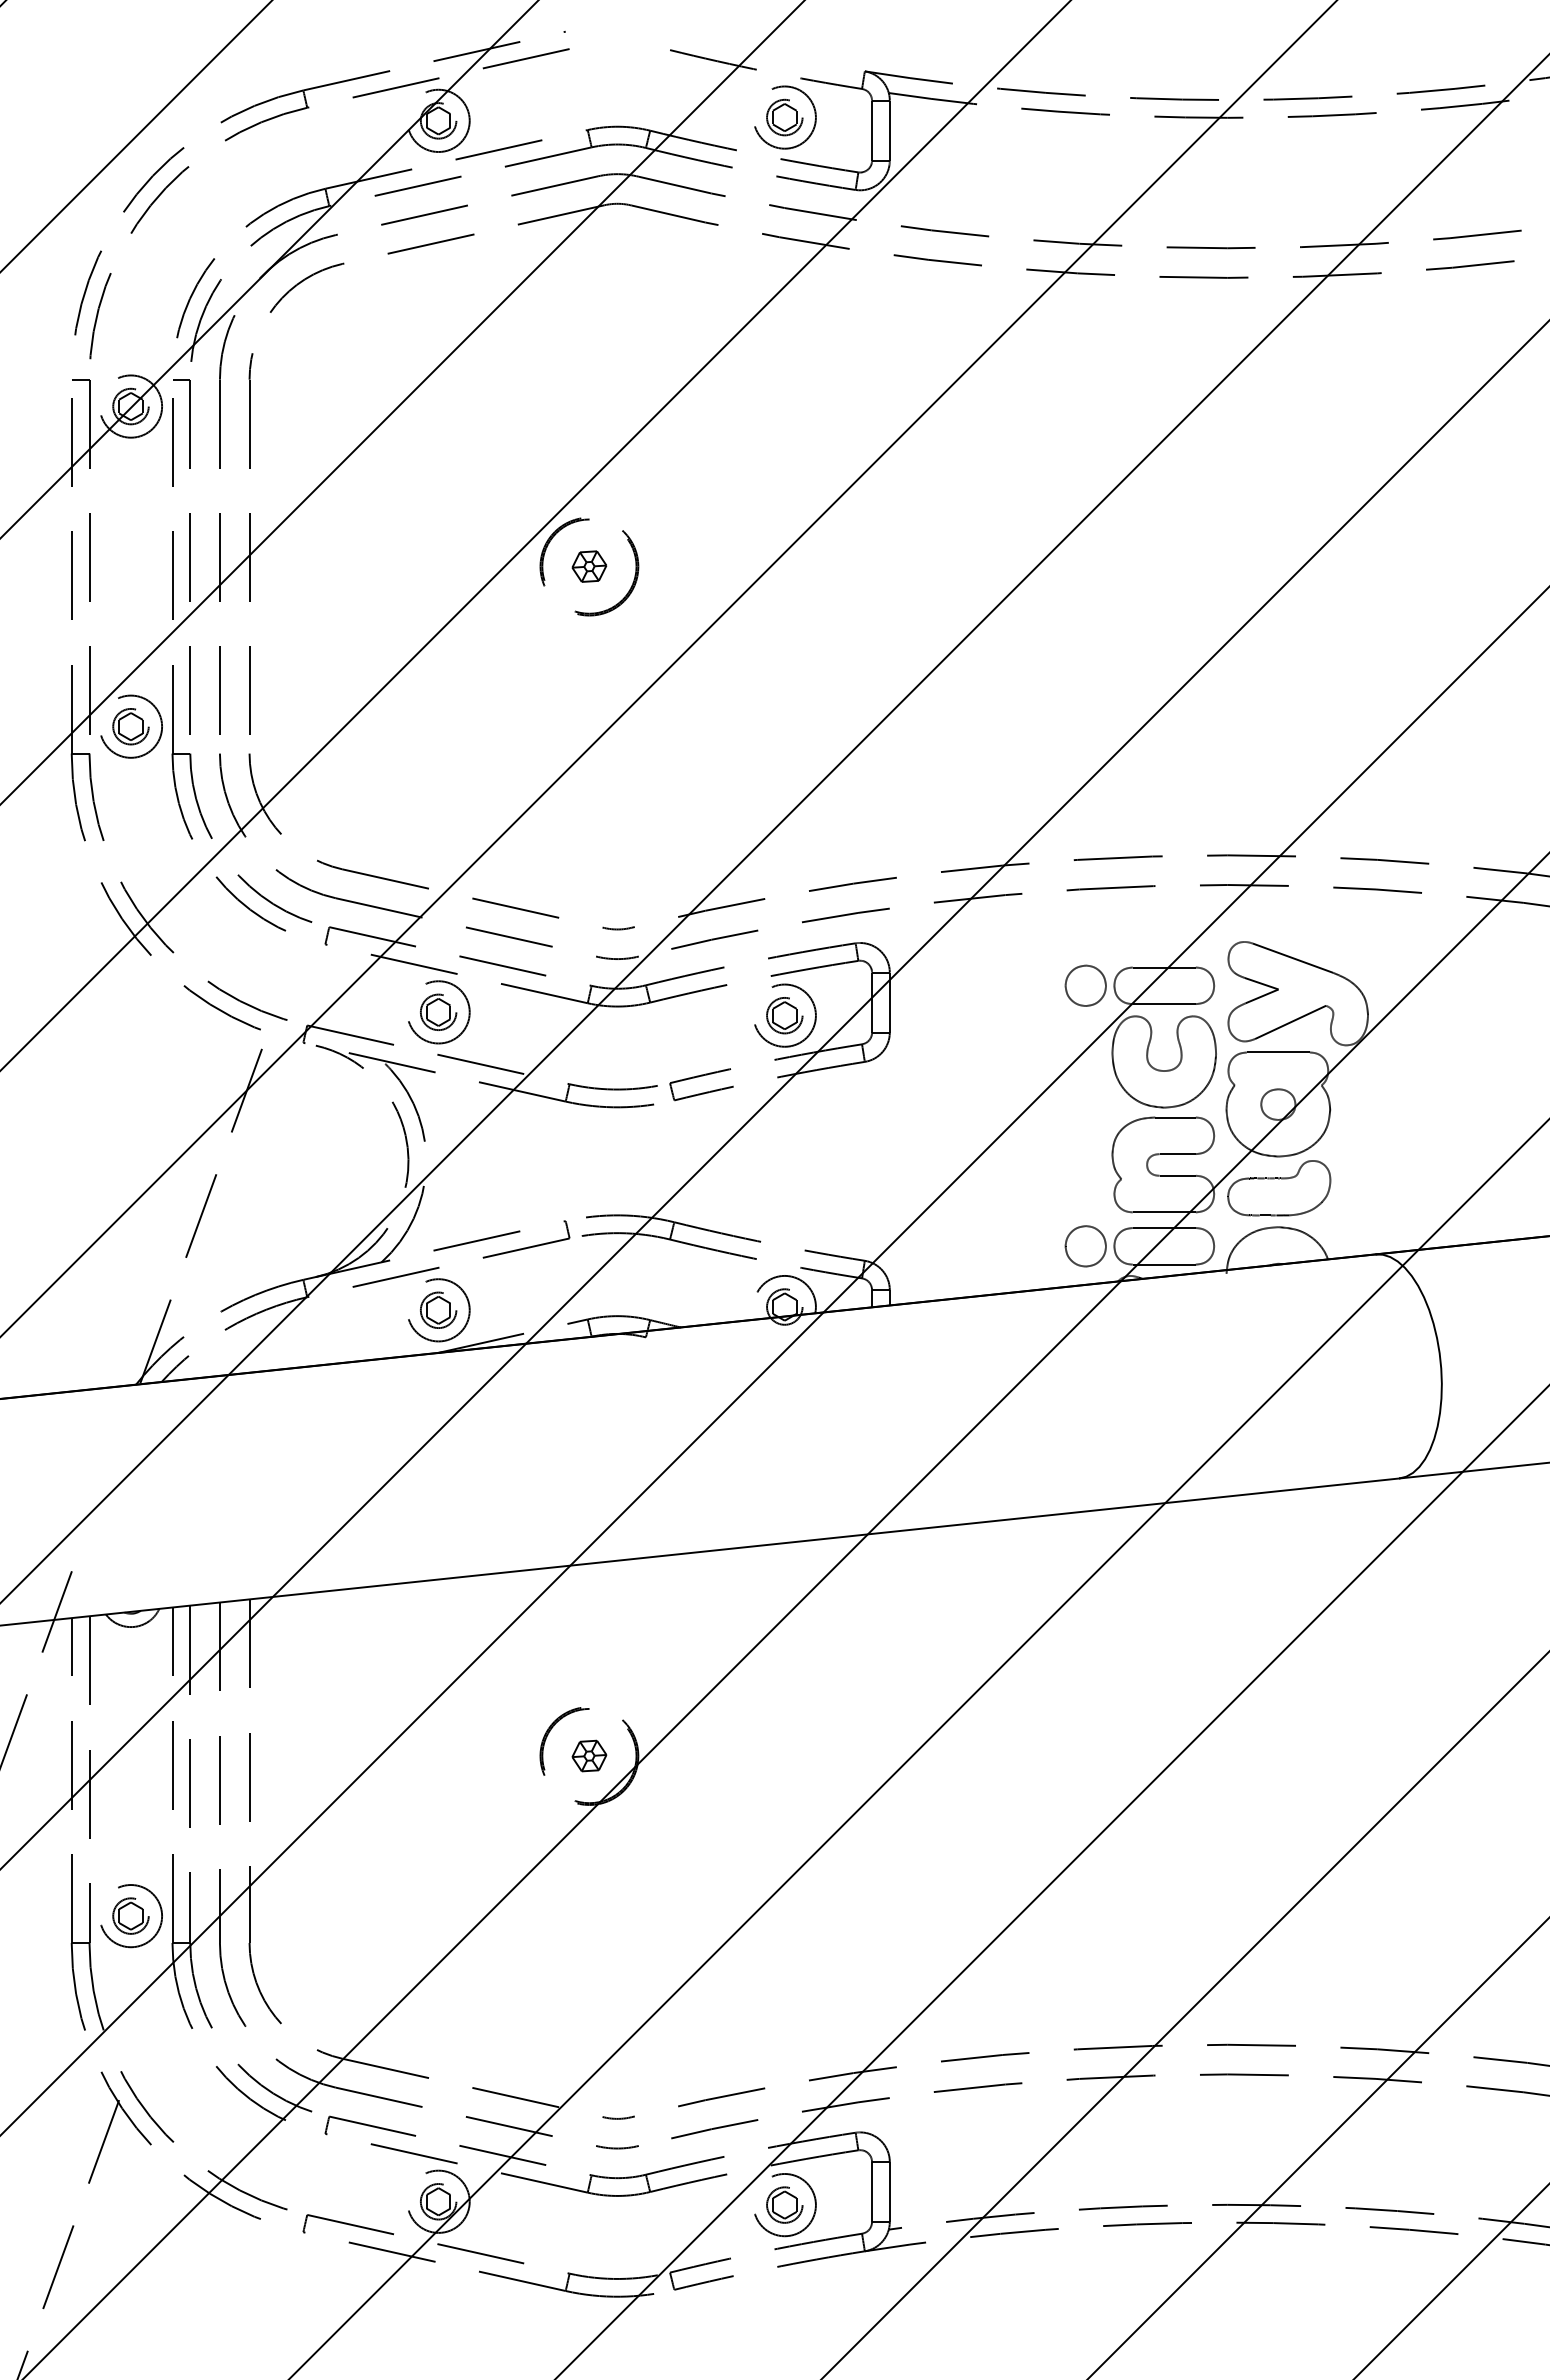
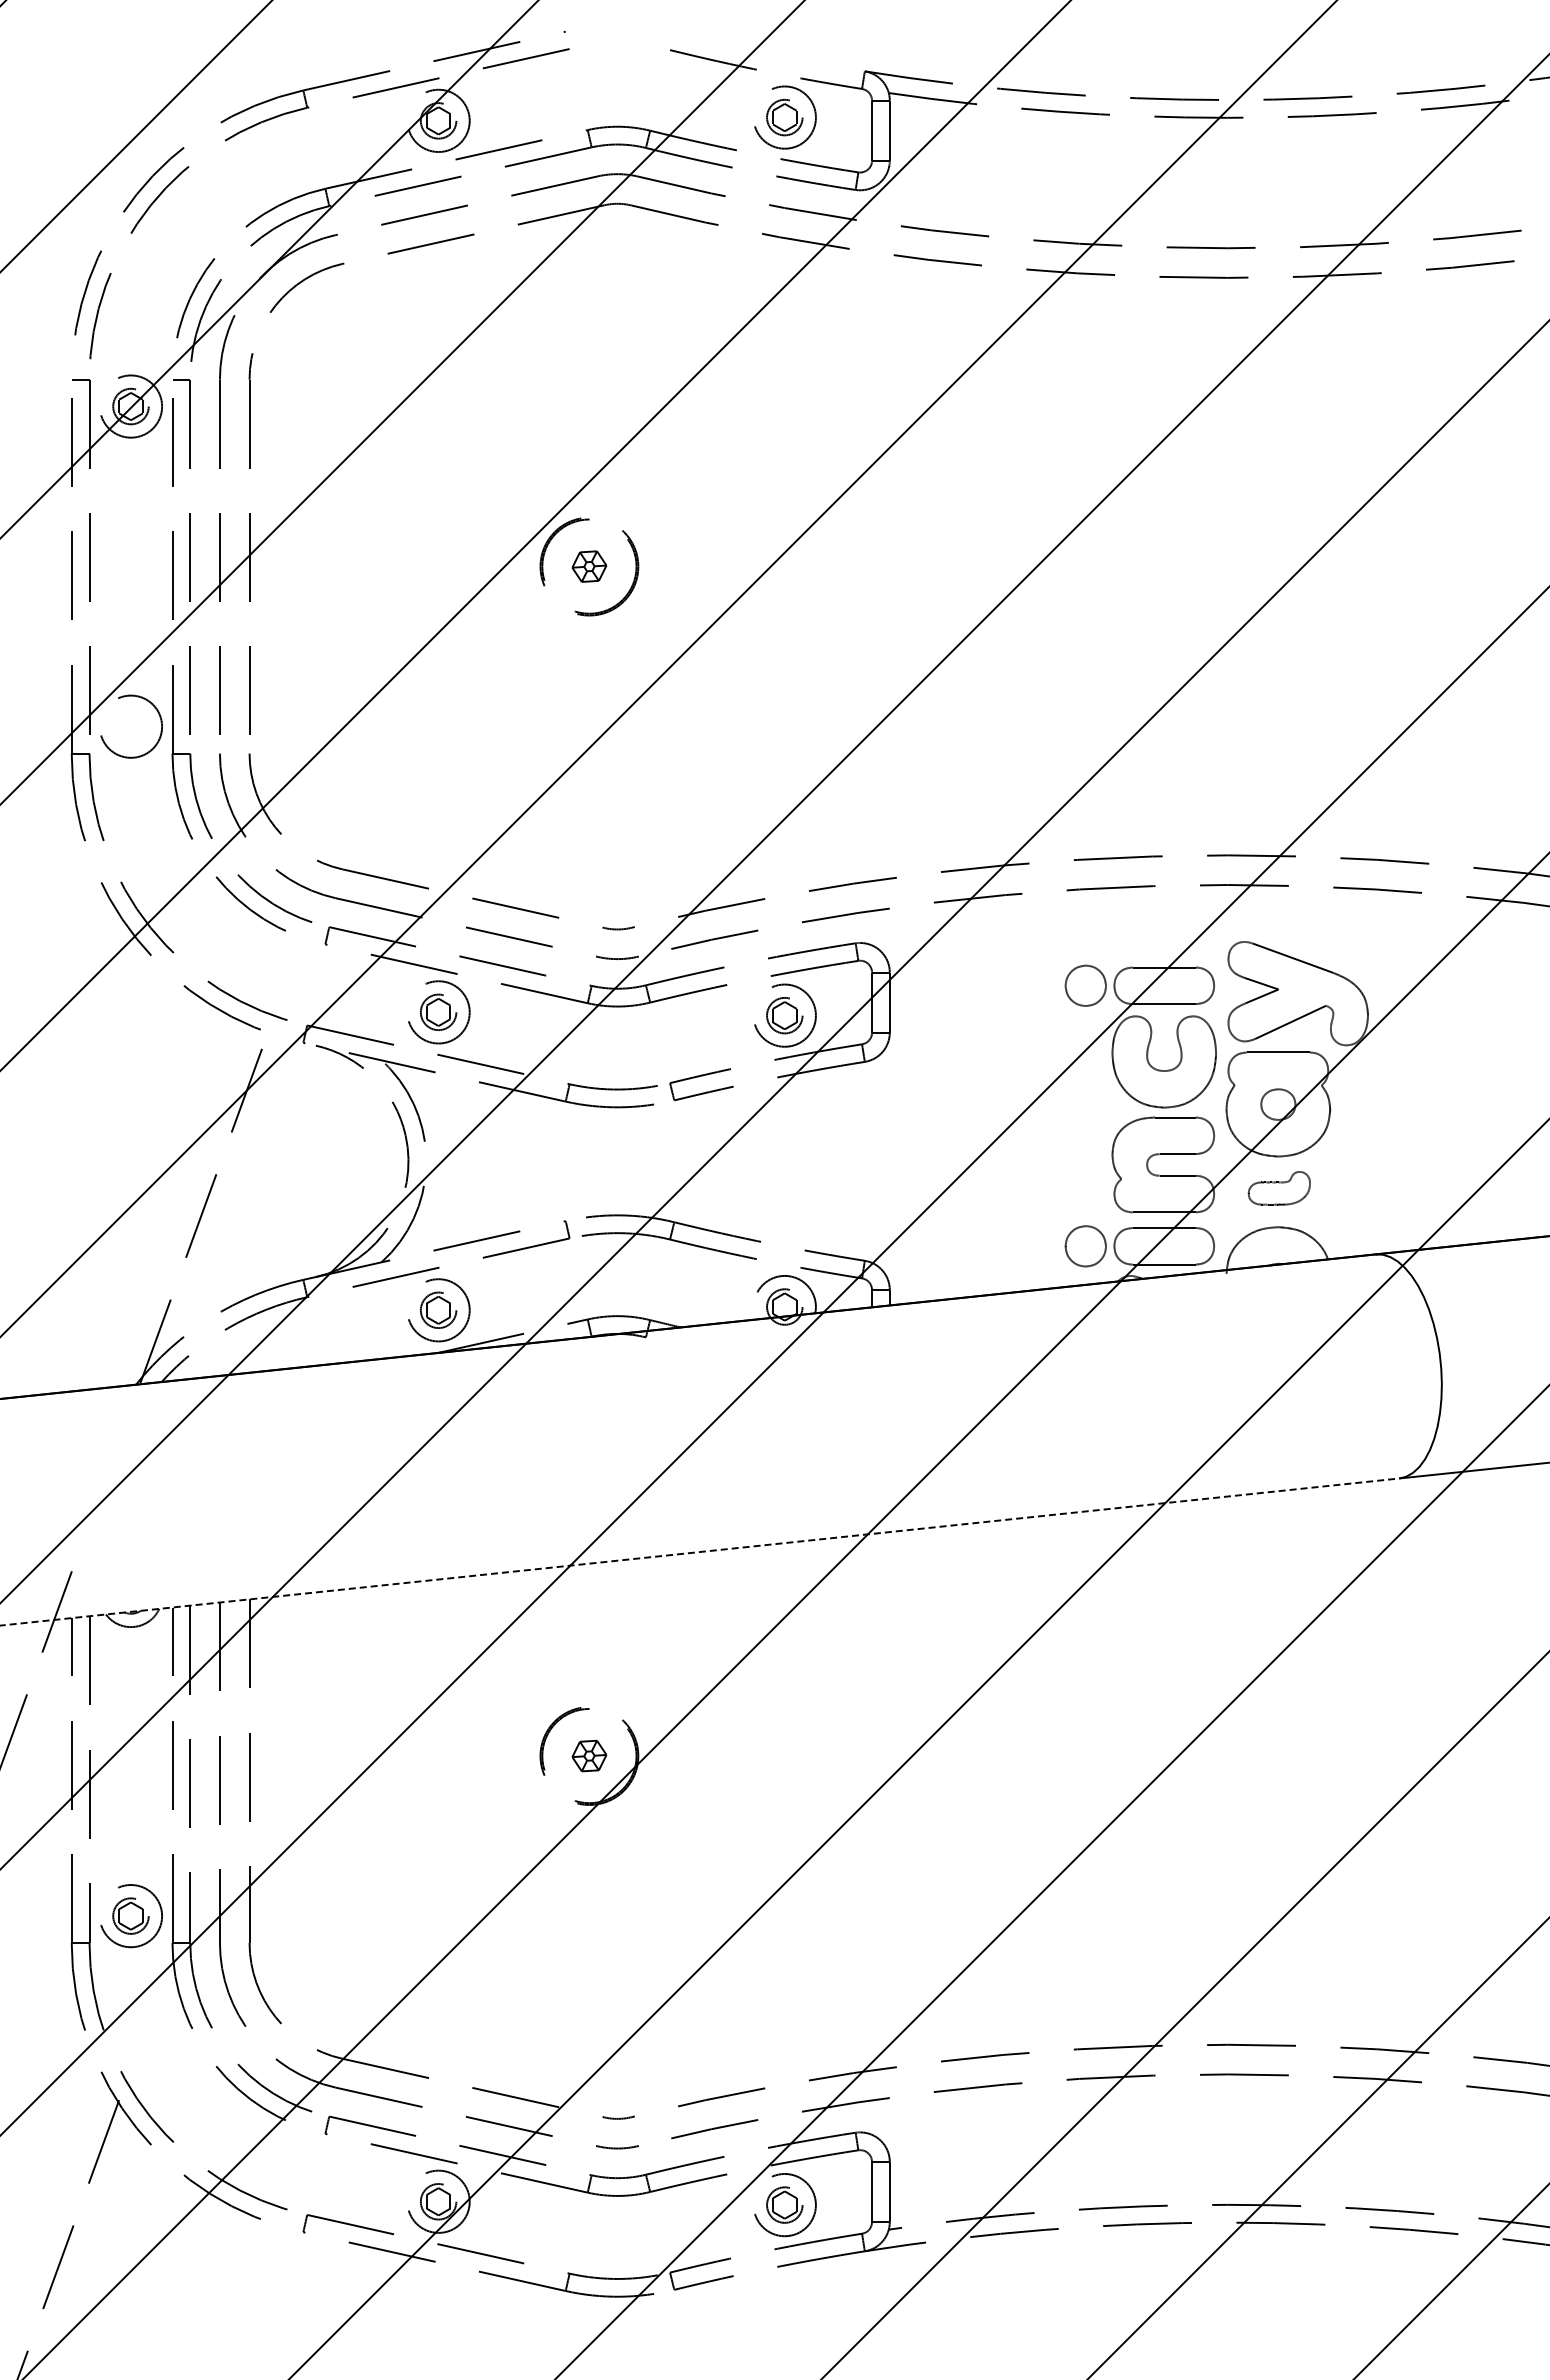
part at (130, 726): present -> none
part at (1279, 1188) size: 105x57 px -> 64x35 px
line at (700, 1552): solid -> dashed
